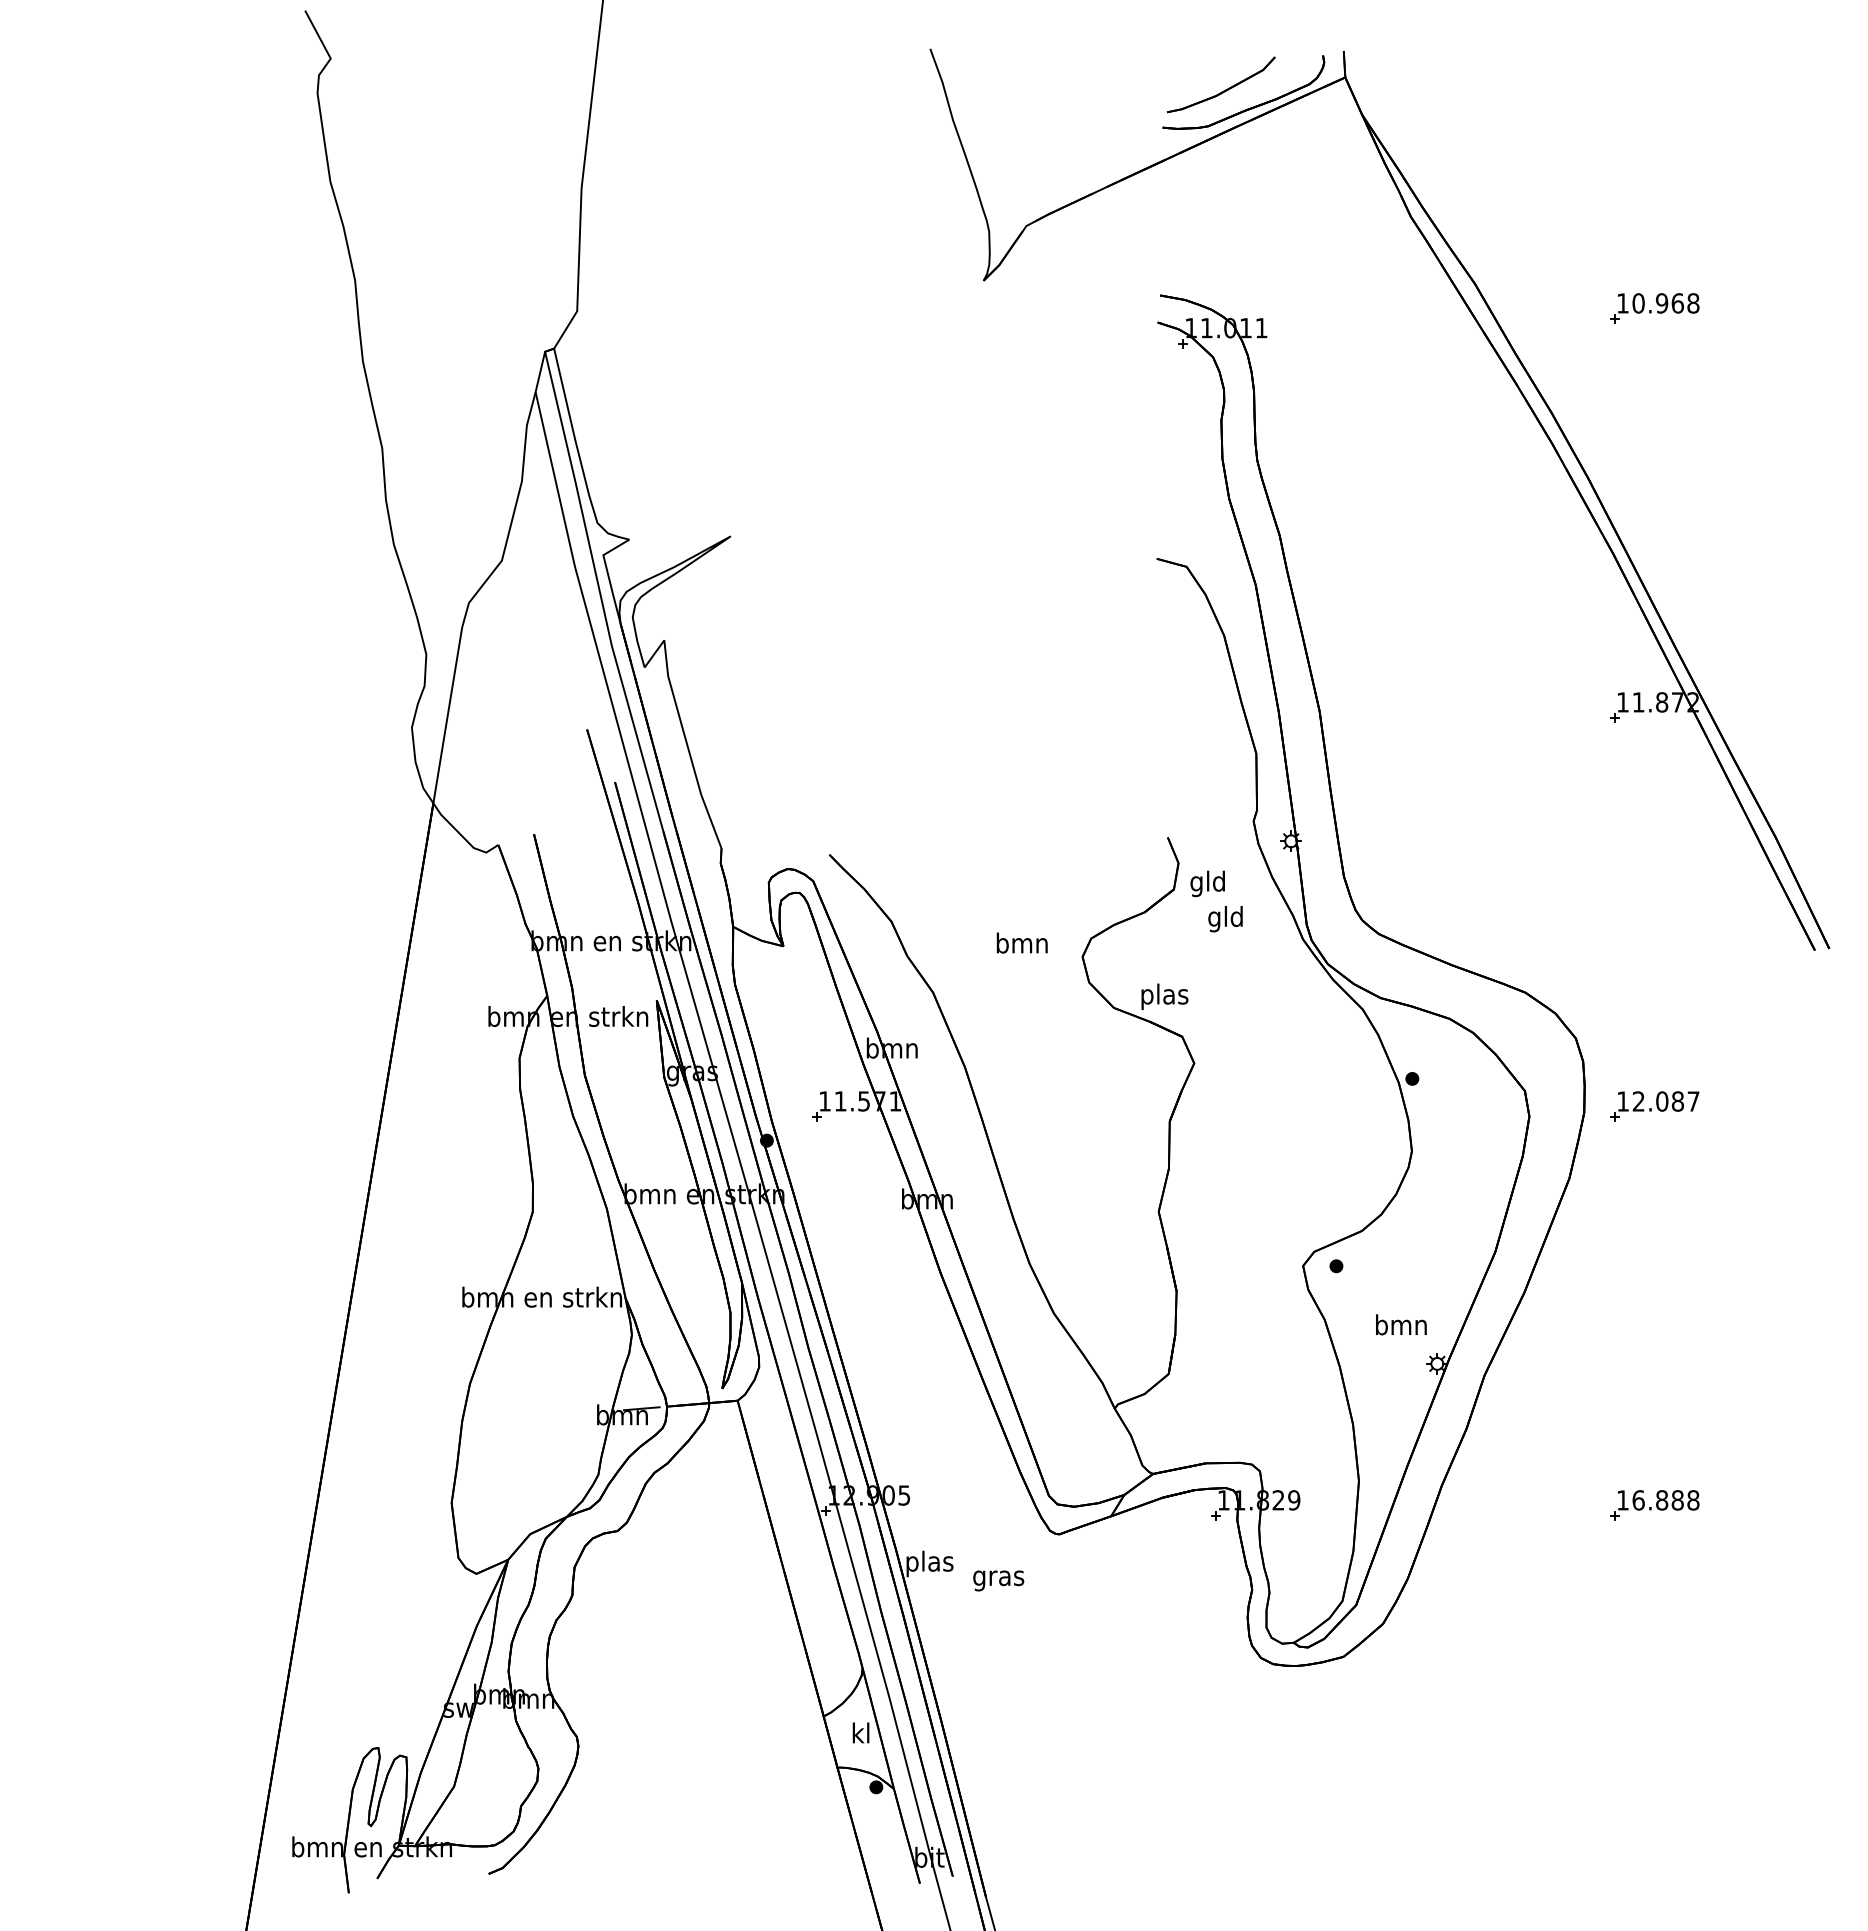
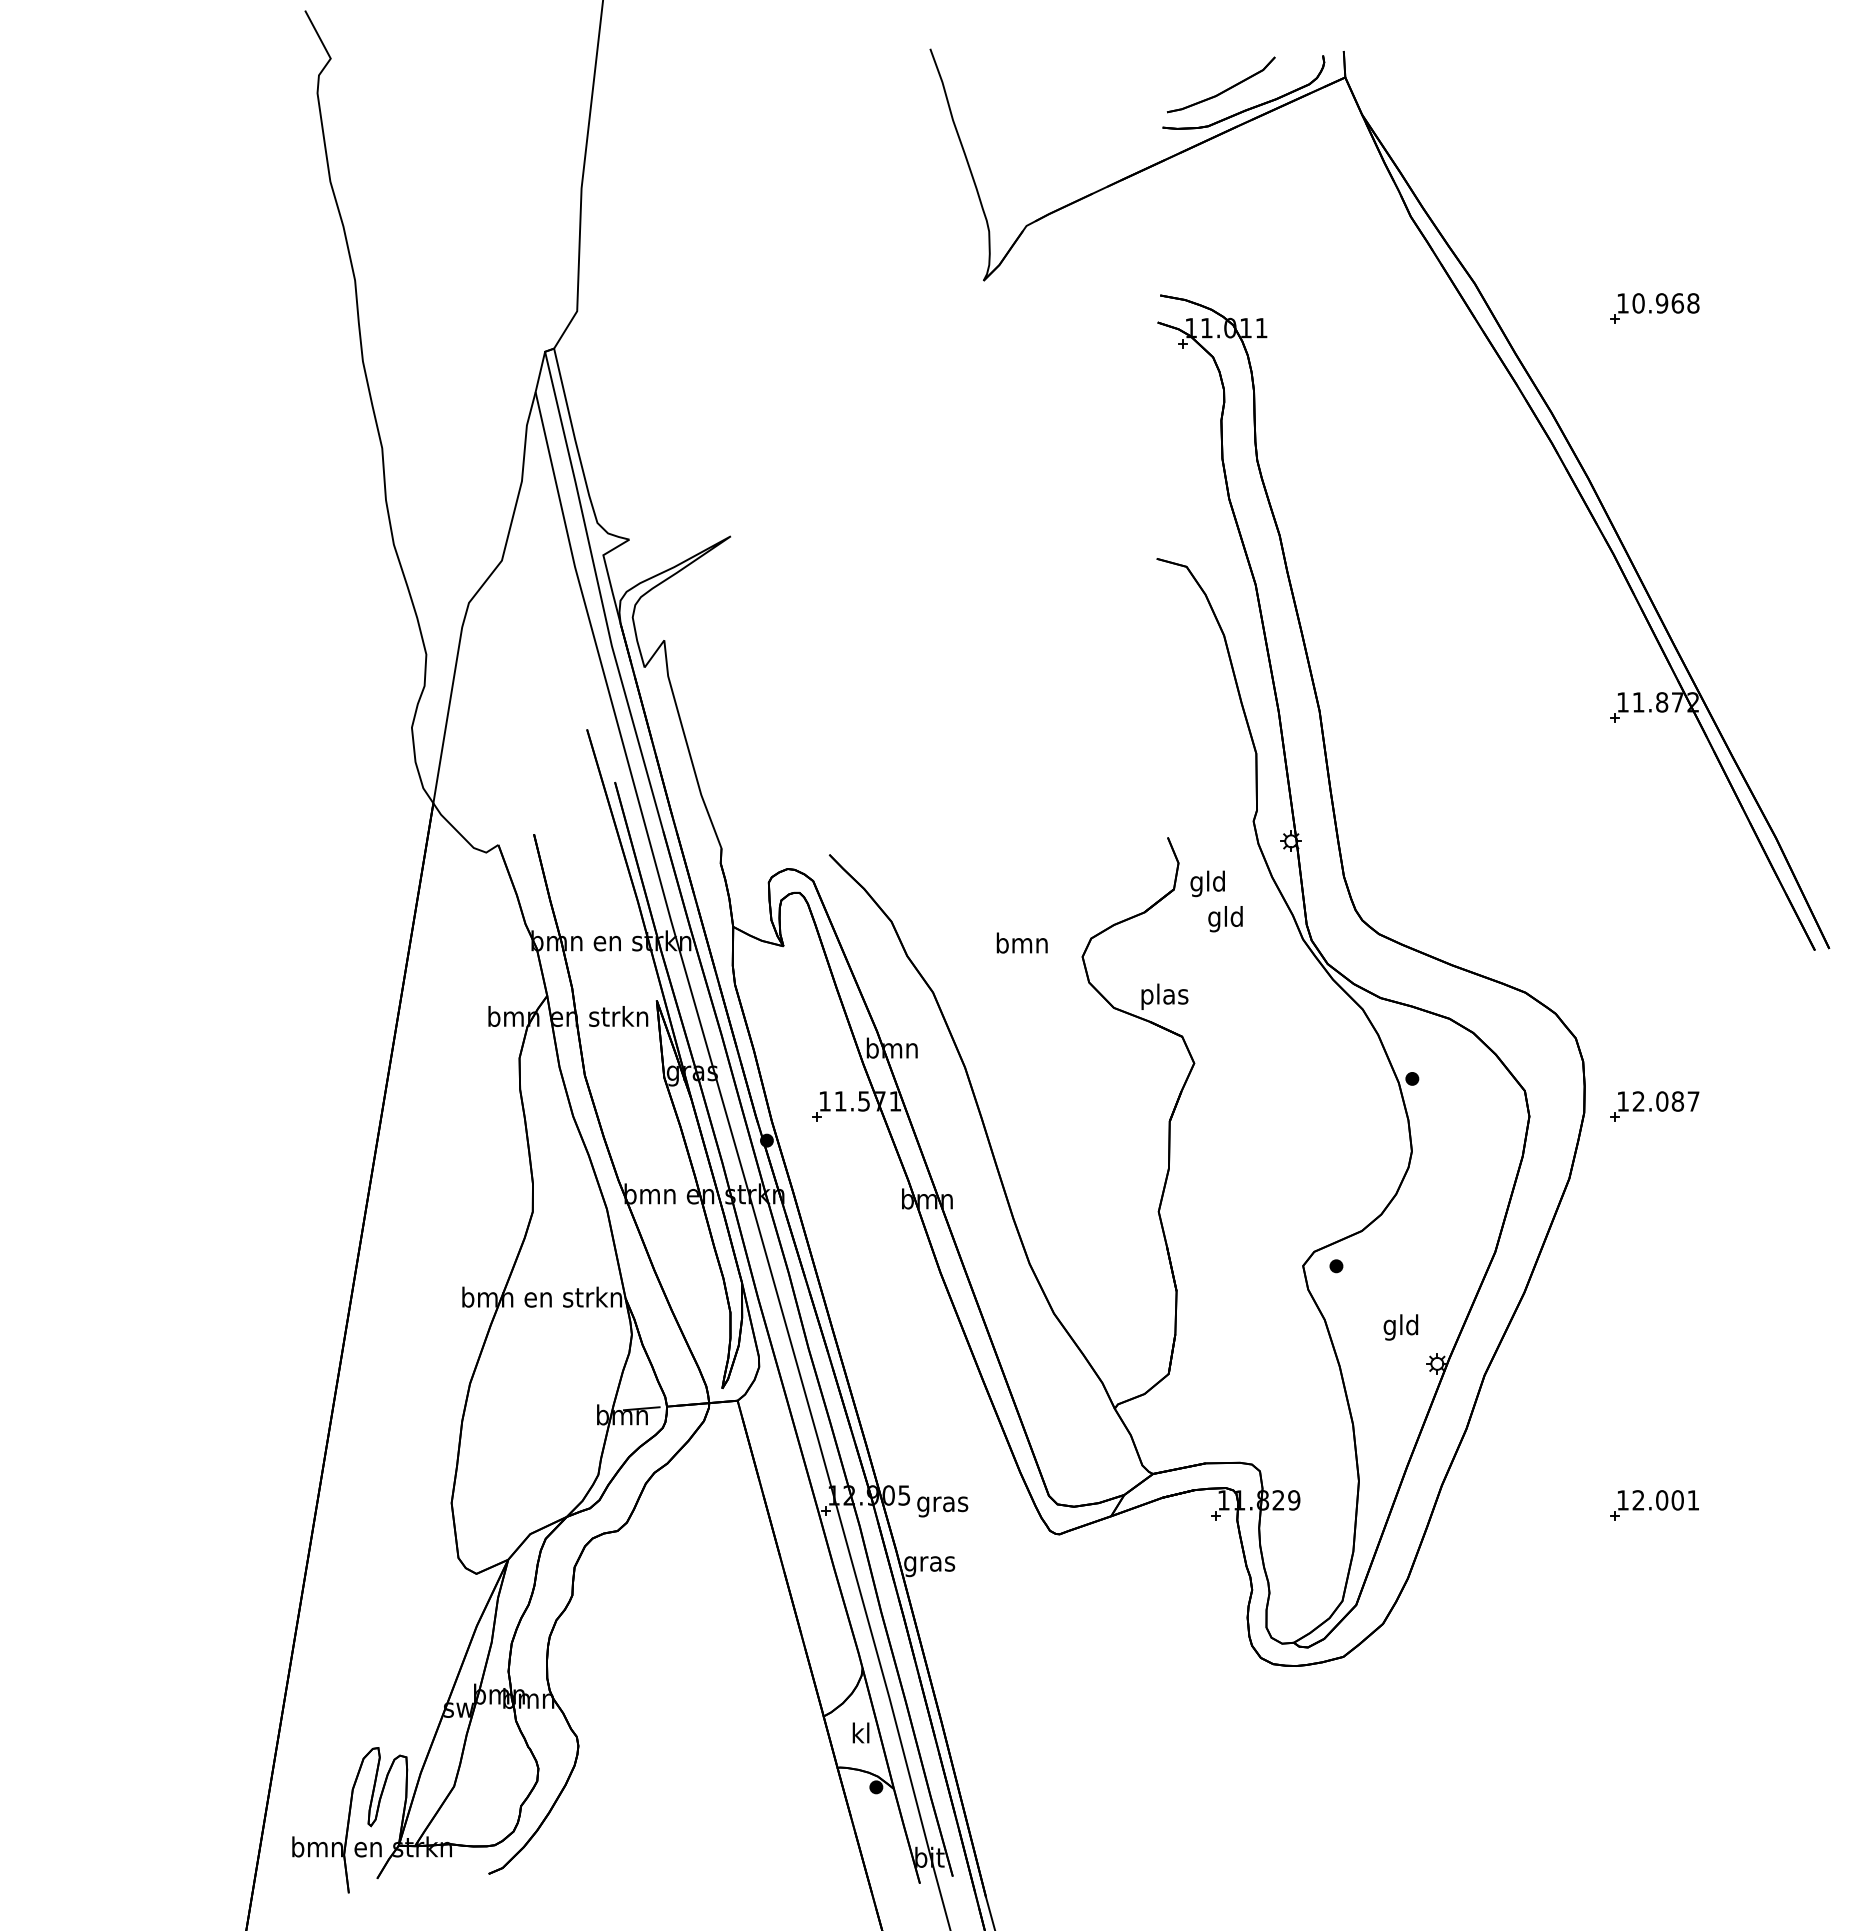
text at (1401, 1327): bmn -> gld
text at (1665, 1500): 16.888 -> 12.001
text at (929, 1563): plas -> gras
text at (998, 1580) position: (998, 1580) -> (942, 1506)
